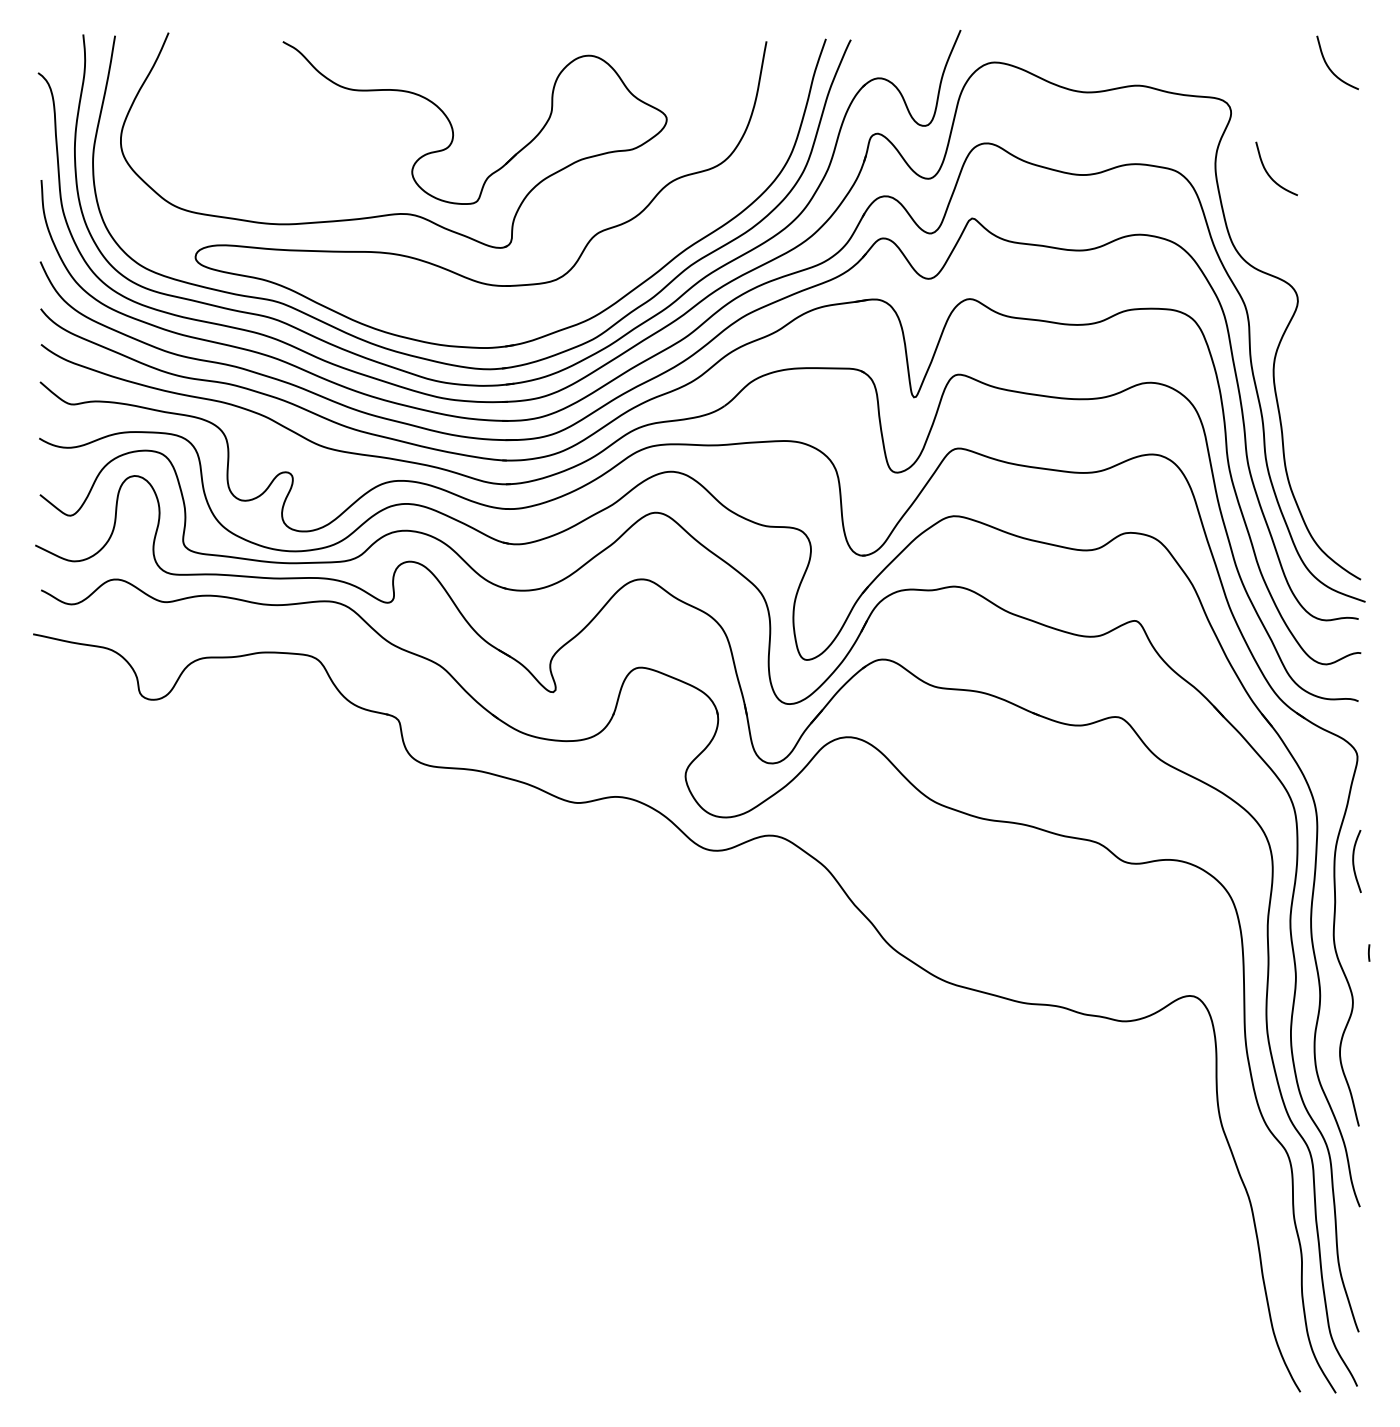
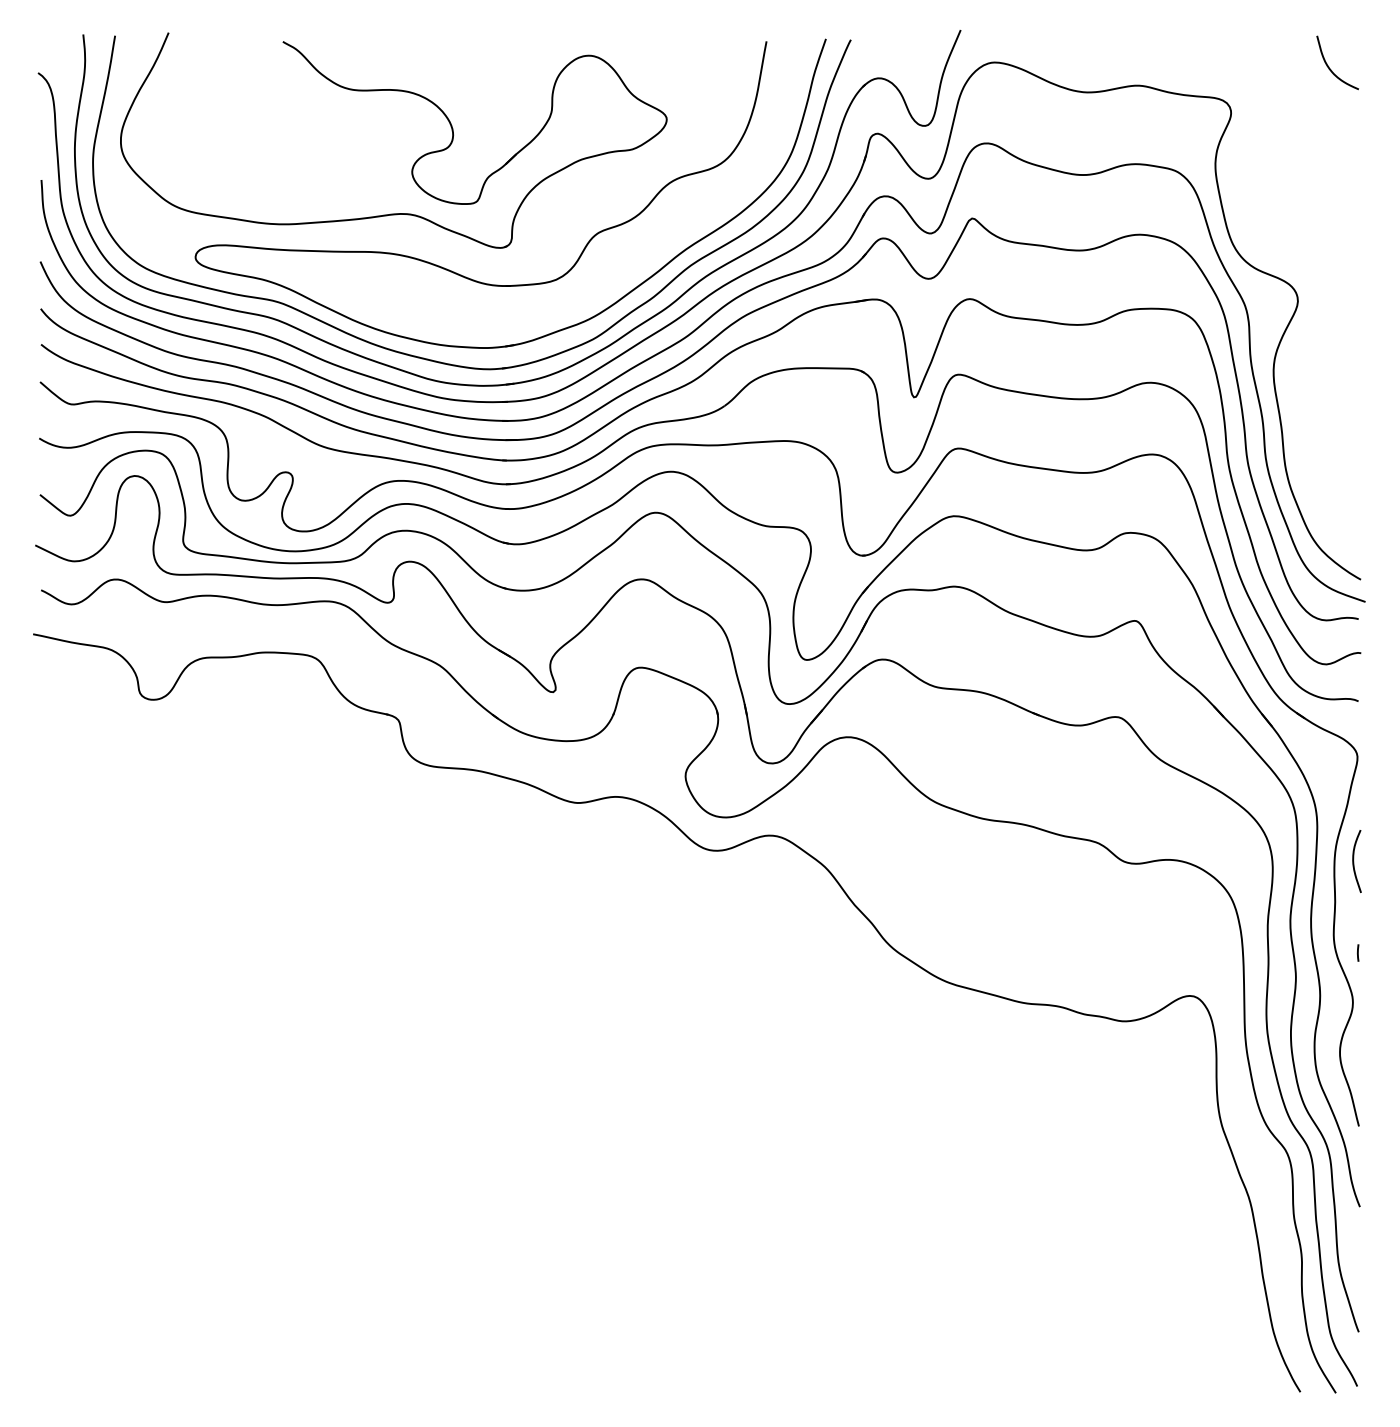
curve at (1268, 172): present -> none
line at (1369, 952) position: (1369, 952) -> (1358, 952)
